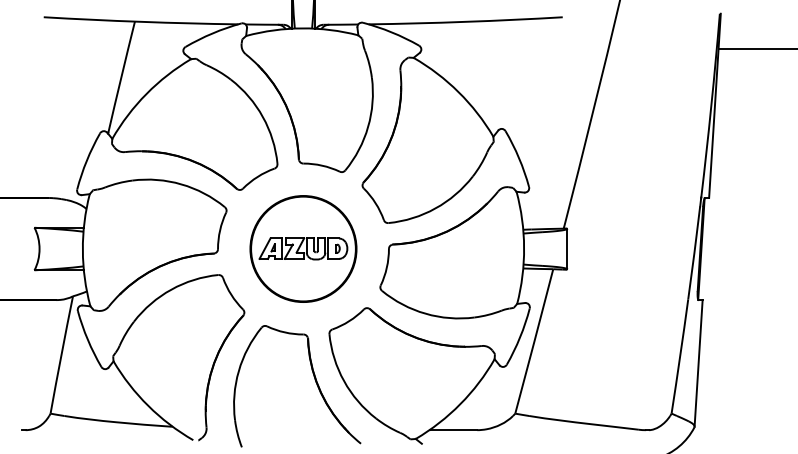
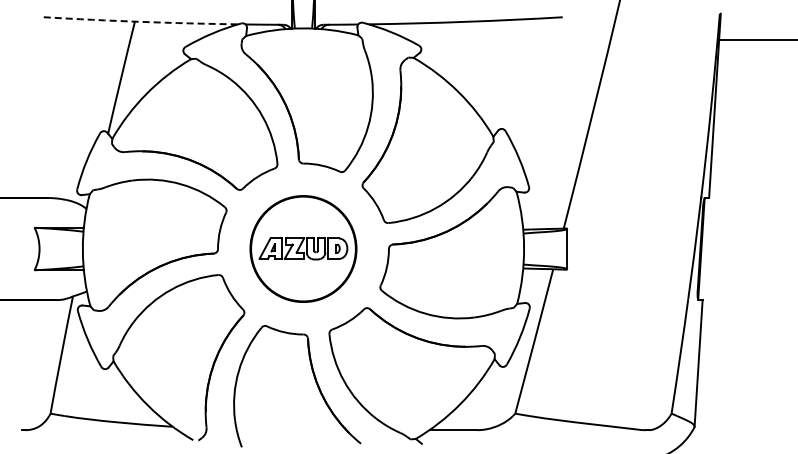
arc at (141, 21): solid -> dashed
line at (756, 49) position: (756, 49) -> (756, 40)
